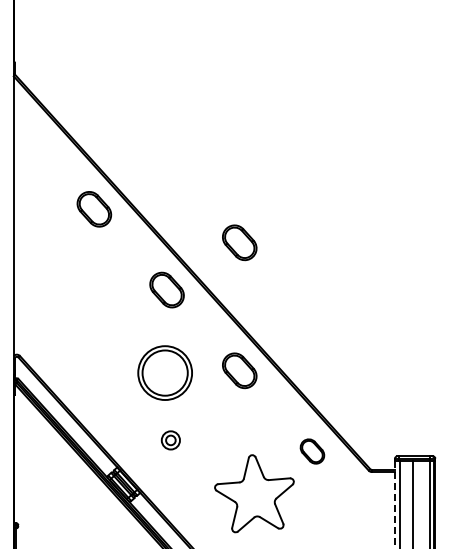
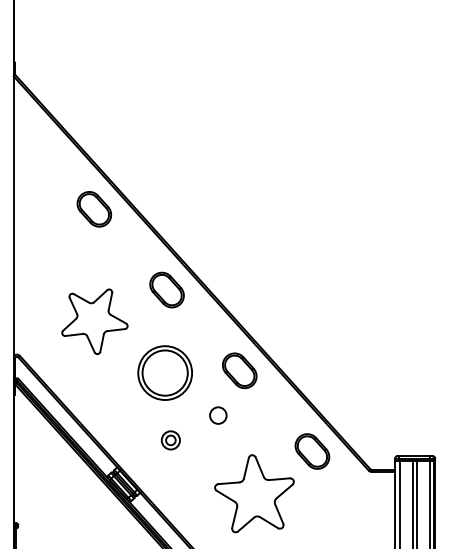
part at (239, 242): present -> none
part at (94, 321): none -> present
circle at (218, 415): none -> present
part at (312, 451) size: 27x27 px -> 37x37 px
line at (416, 502): none -> present
line at (395, 504): dashed -> solid
